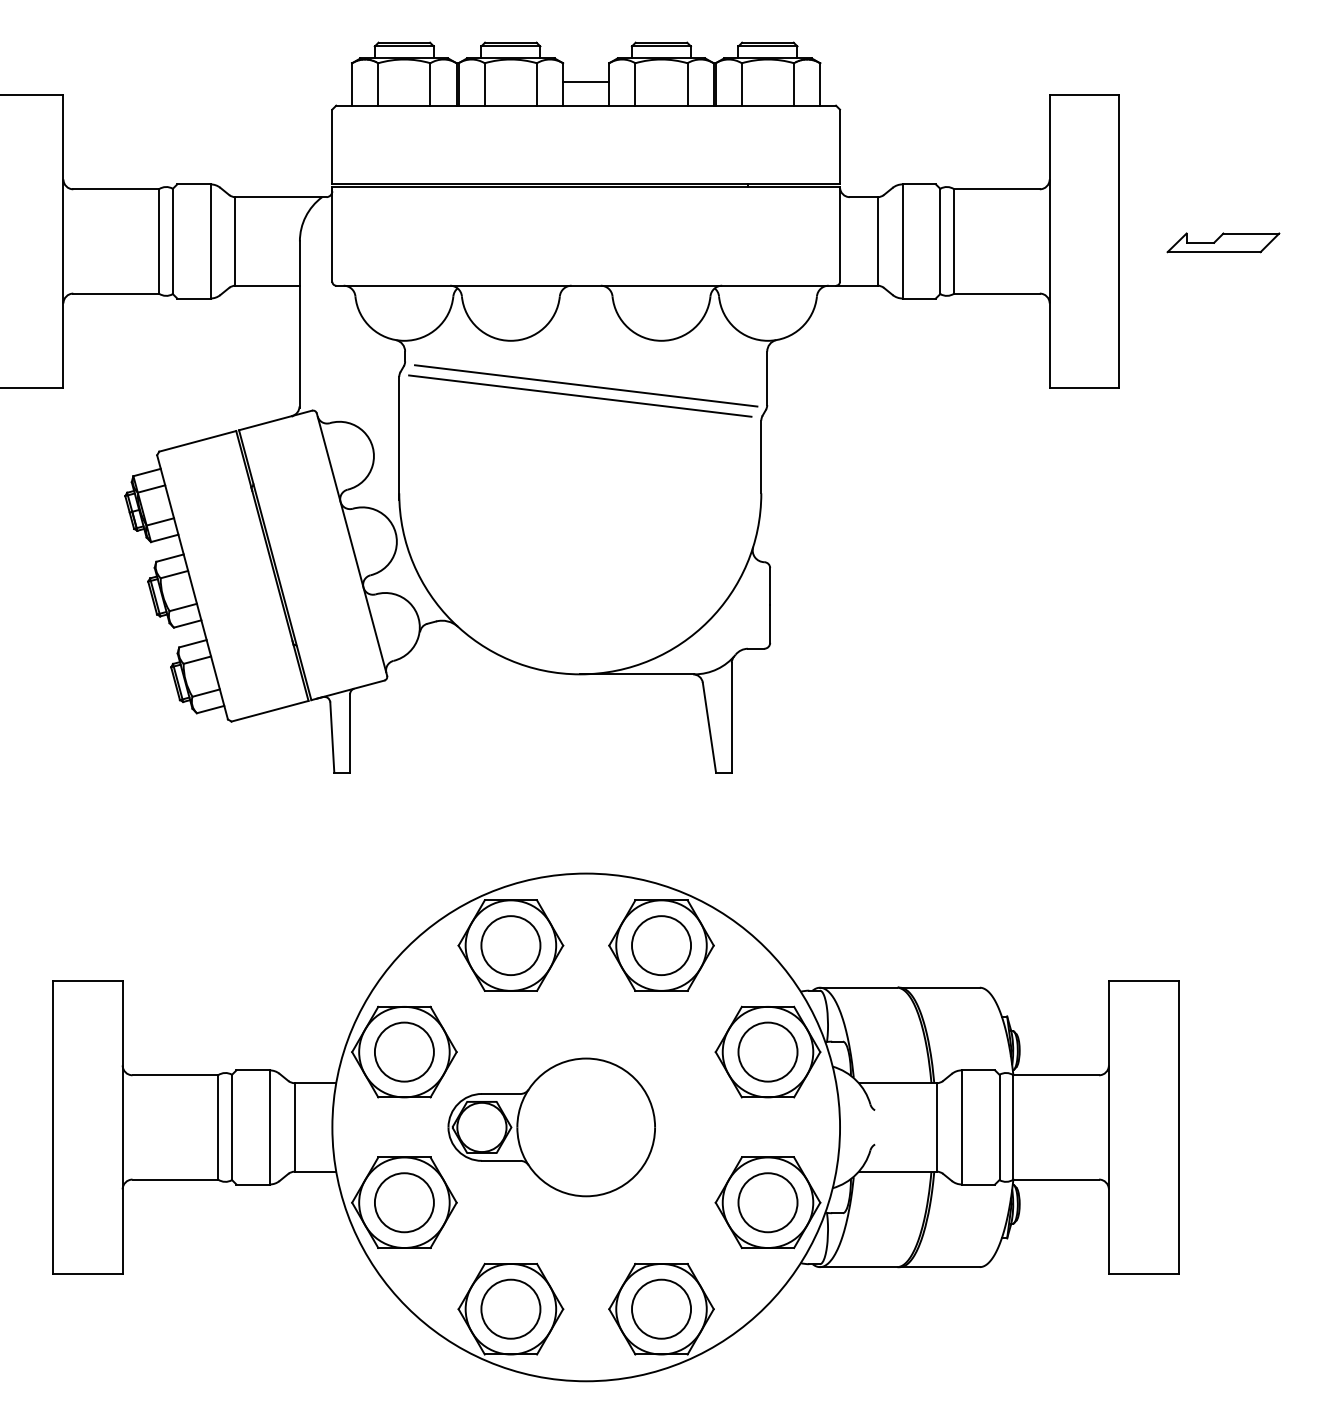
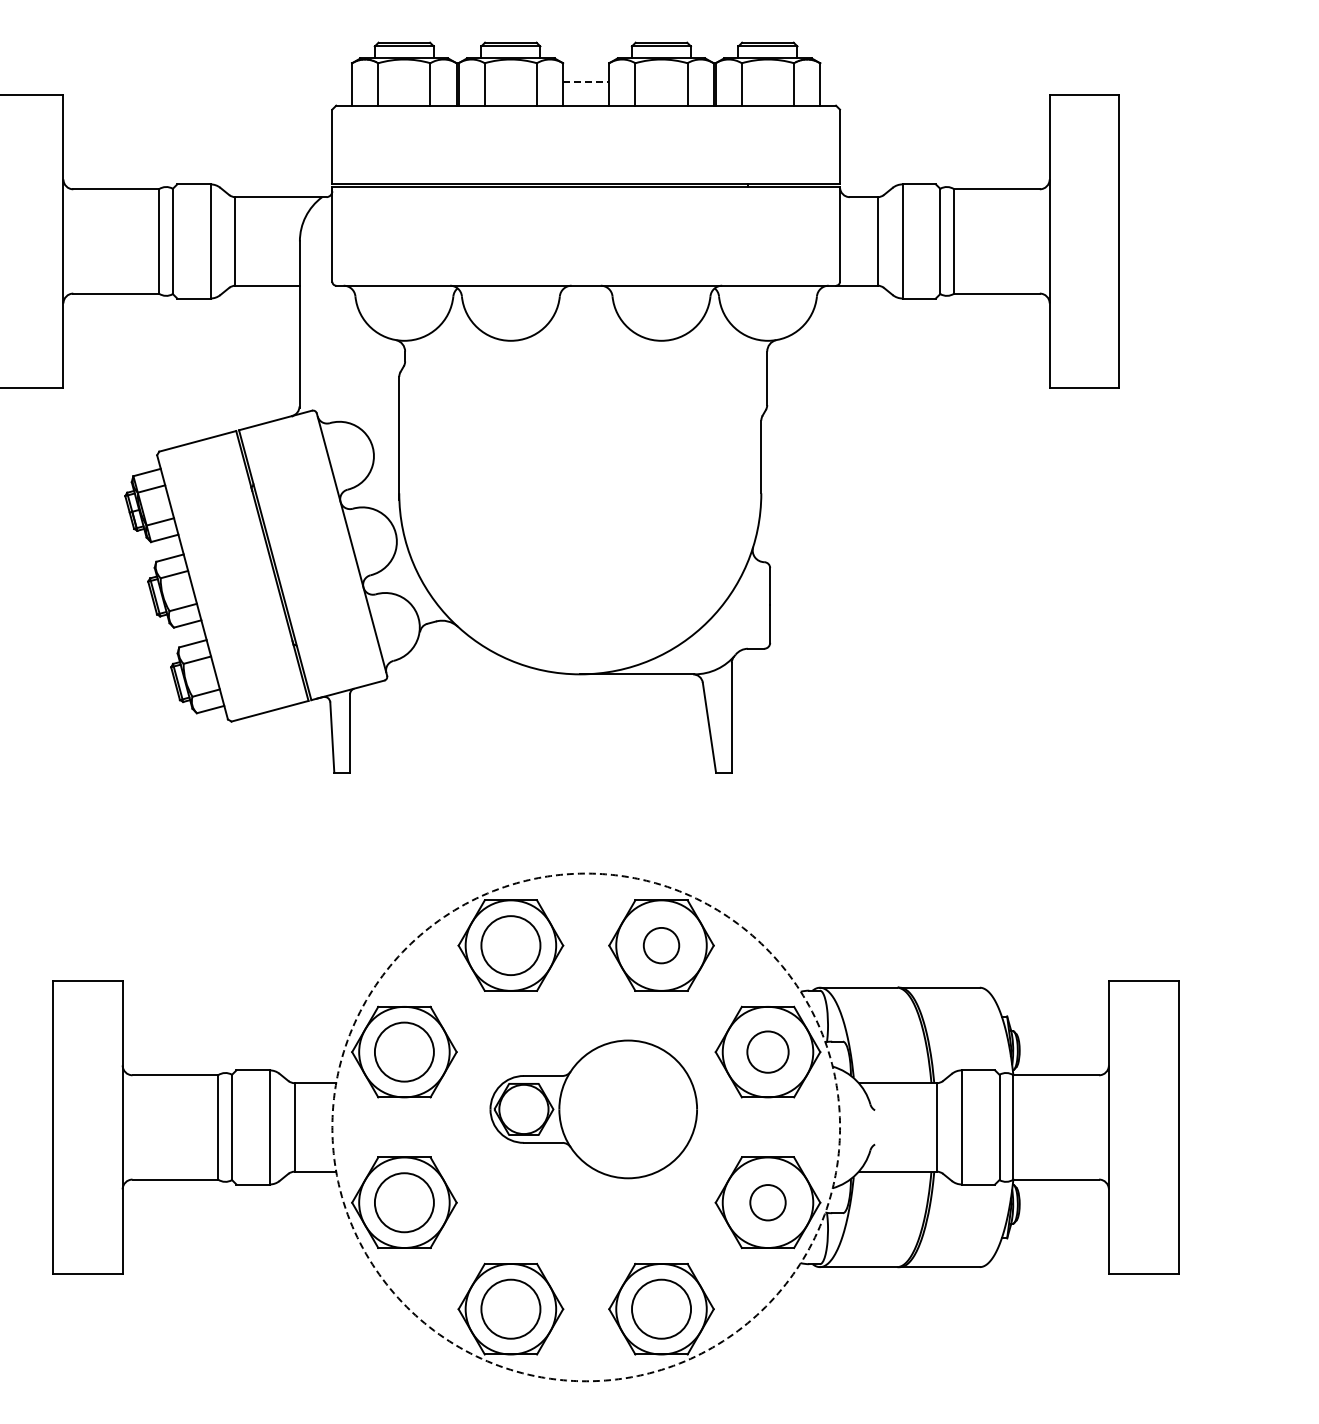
line at (586, 82): solid -> dashed
part at (1223, 242): present -> none
line at (586, 385): present -> none
line at (580, 395): present -> none
circle at (661, 945) diameter: 59 px -> 35 px
circle at (767, 1051) diameter: 59 px -> 41 px
part at (551, 1127) position: (551, 1127) -> (593, 1109)
circle at (586, 1127): solid -> dashed
circle at (767, 1202) diameter: 59 px -> 35 px
